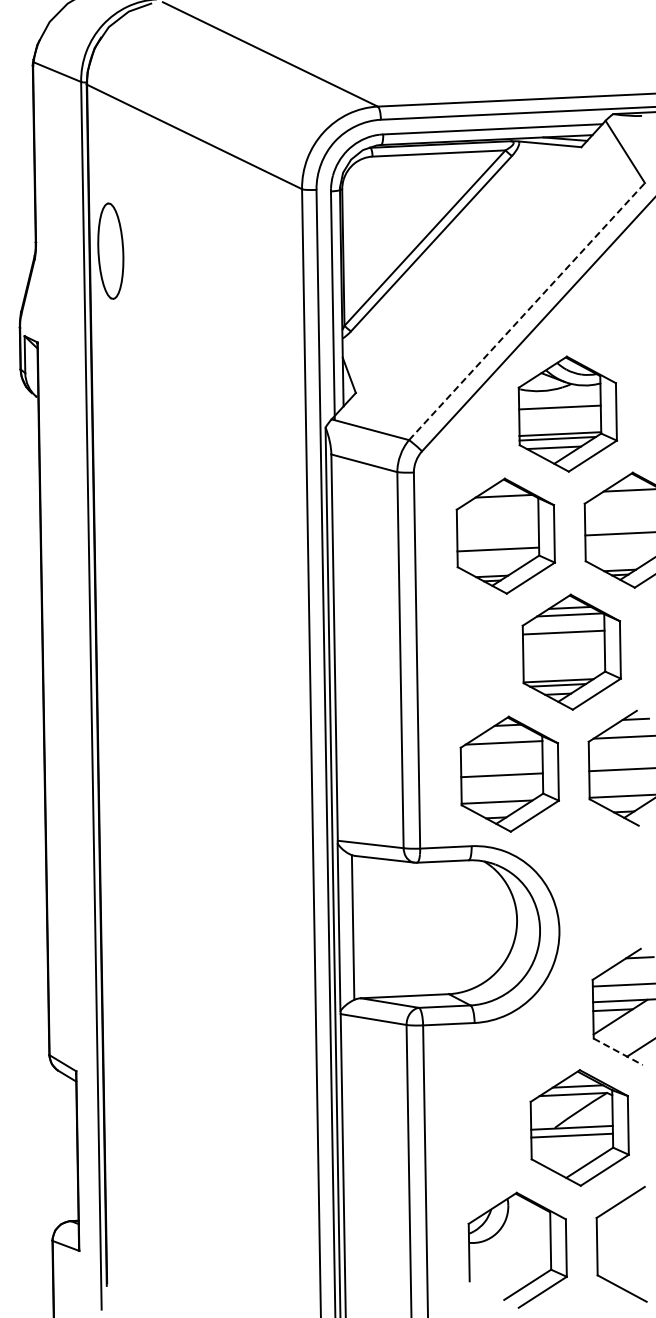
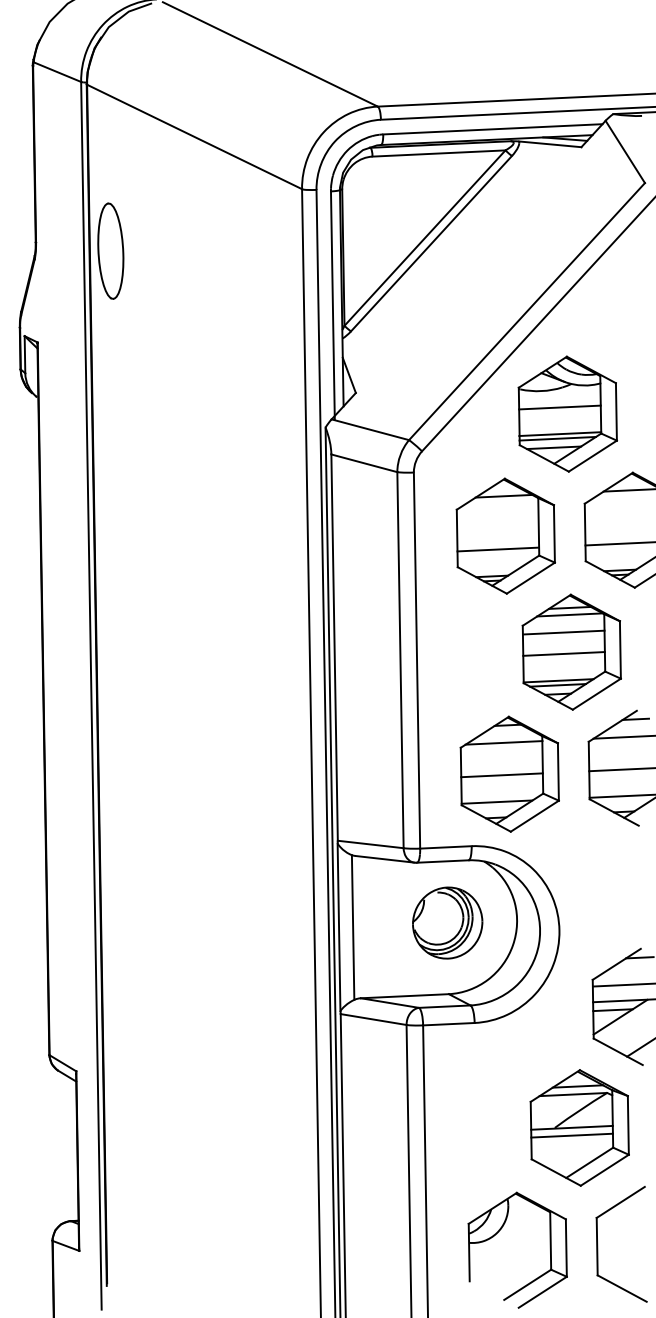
line at (527, 311): dashed -> solid
line at (618, 533) position: (618, 533) -> (618, 543)
line at (563, 653): none -> present
part at (447, 922): none -> present
line at (618, 1051): dashed -> solid
